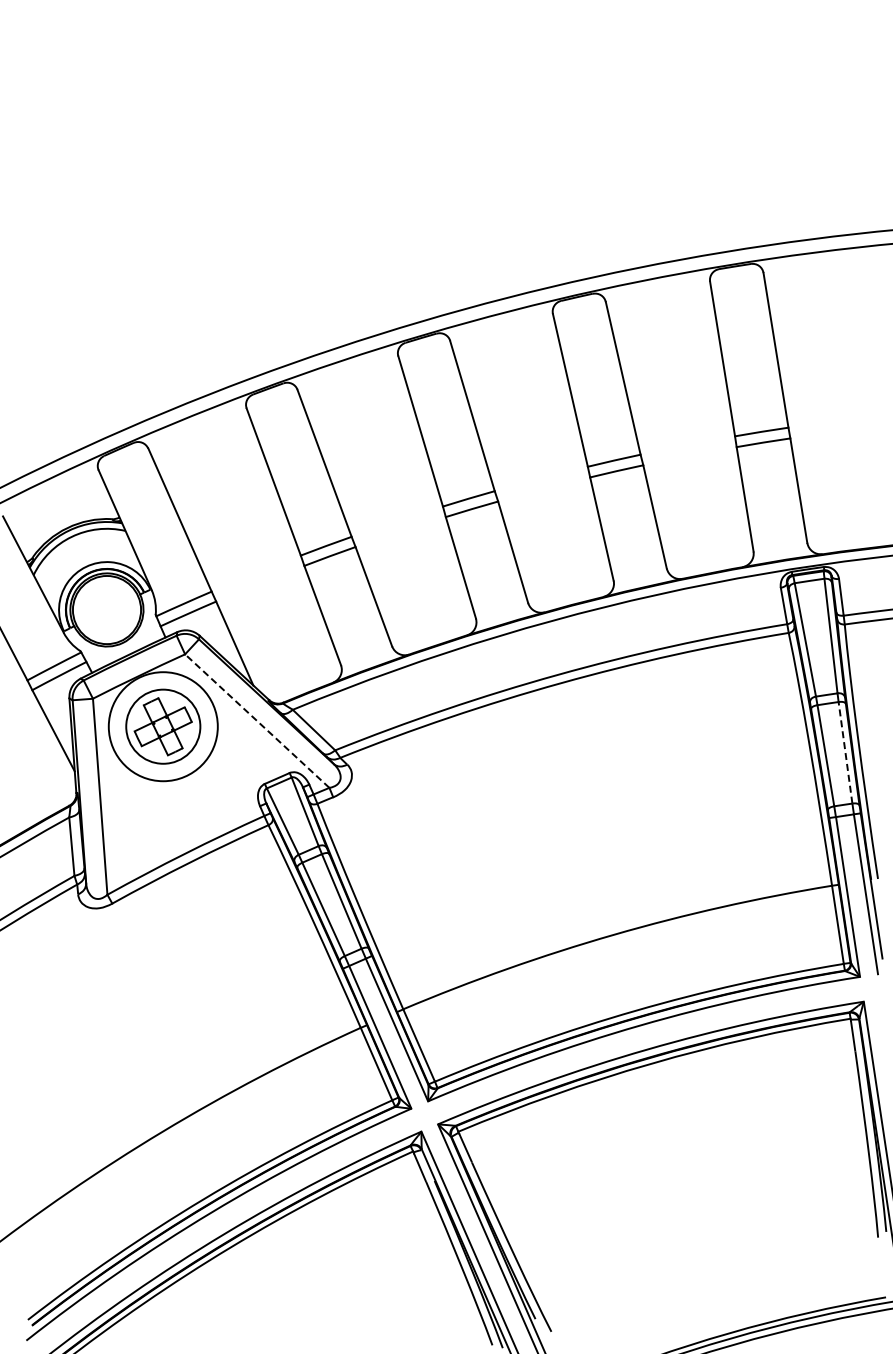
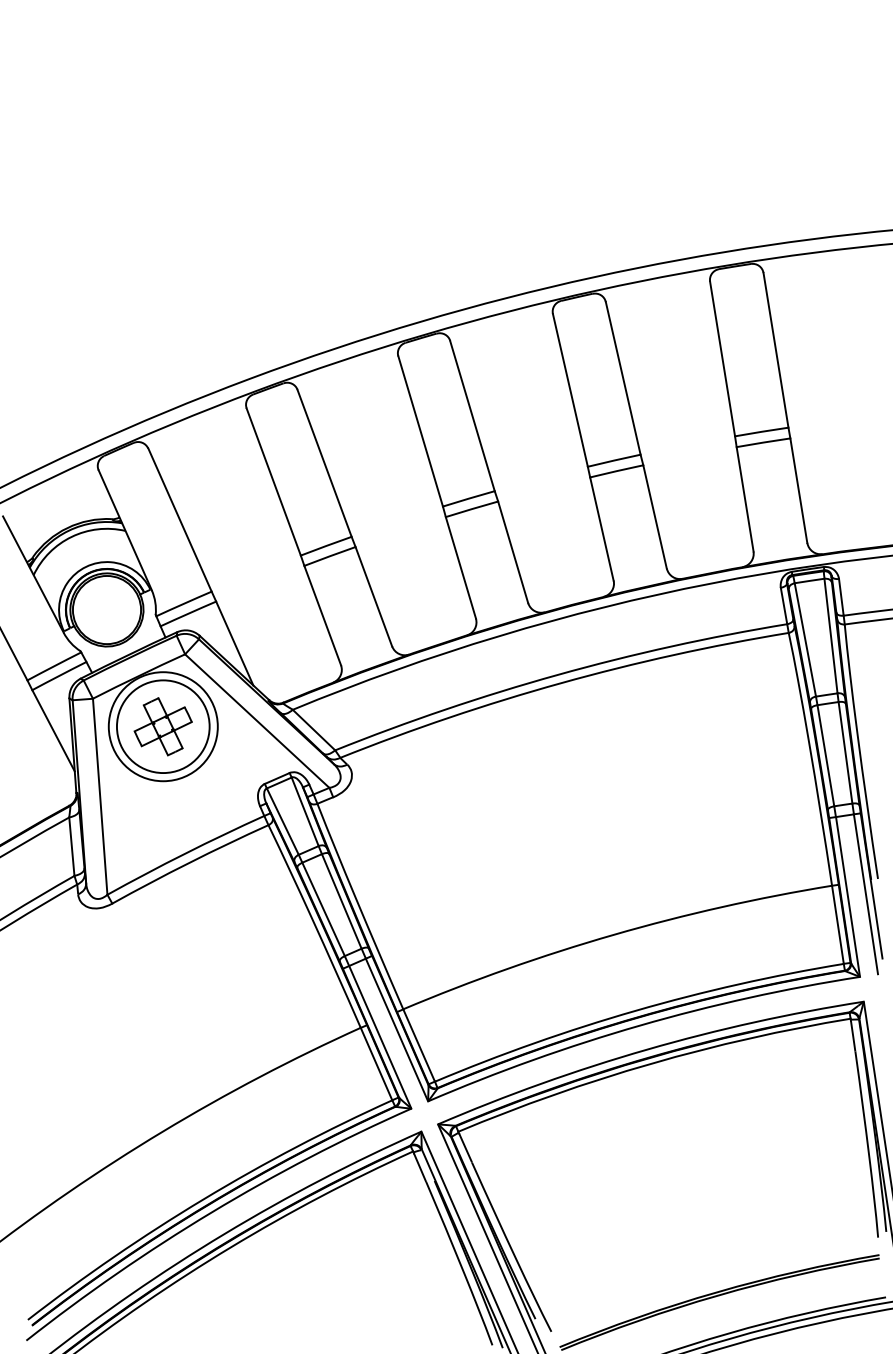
line at (256, 720): dashed -> solid
circle at (163, 726) diameter: 74 px -> 93 px
line at (845, 752): dashed -> solid
part at (719, 1302): none -> present
